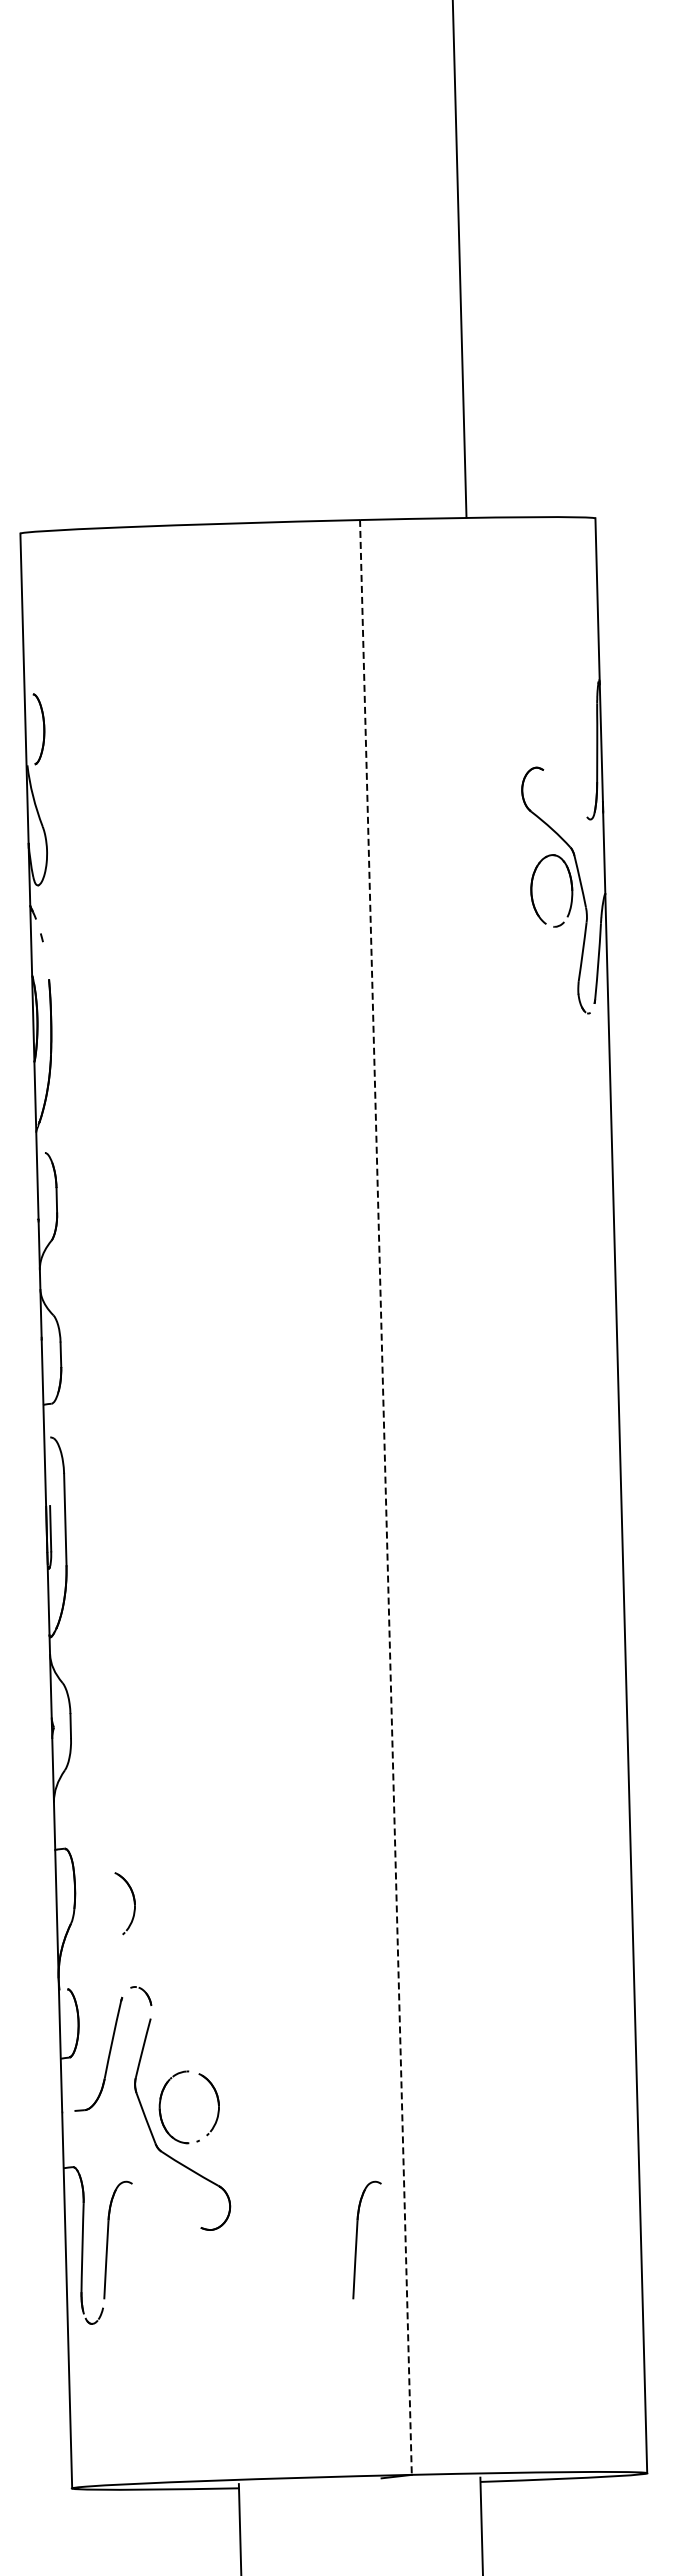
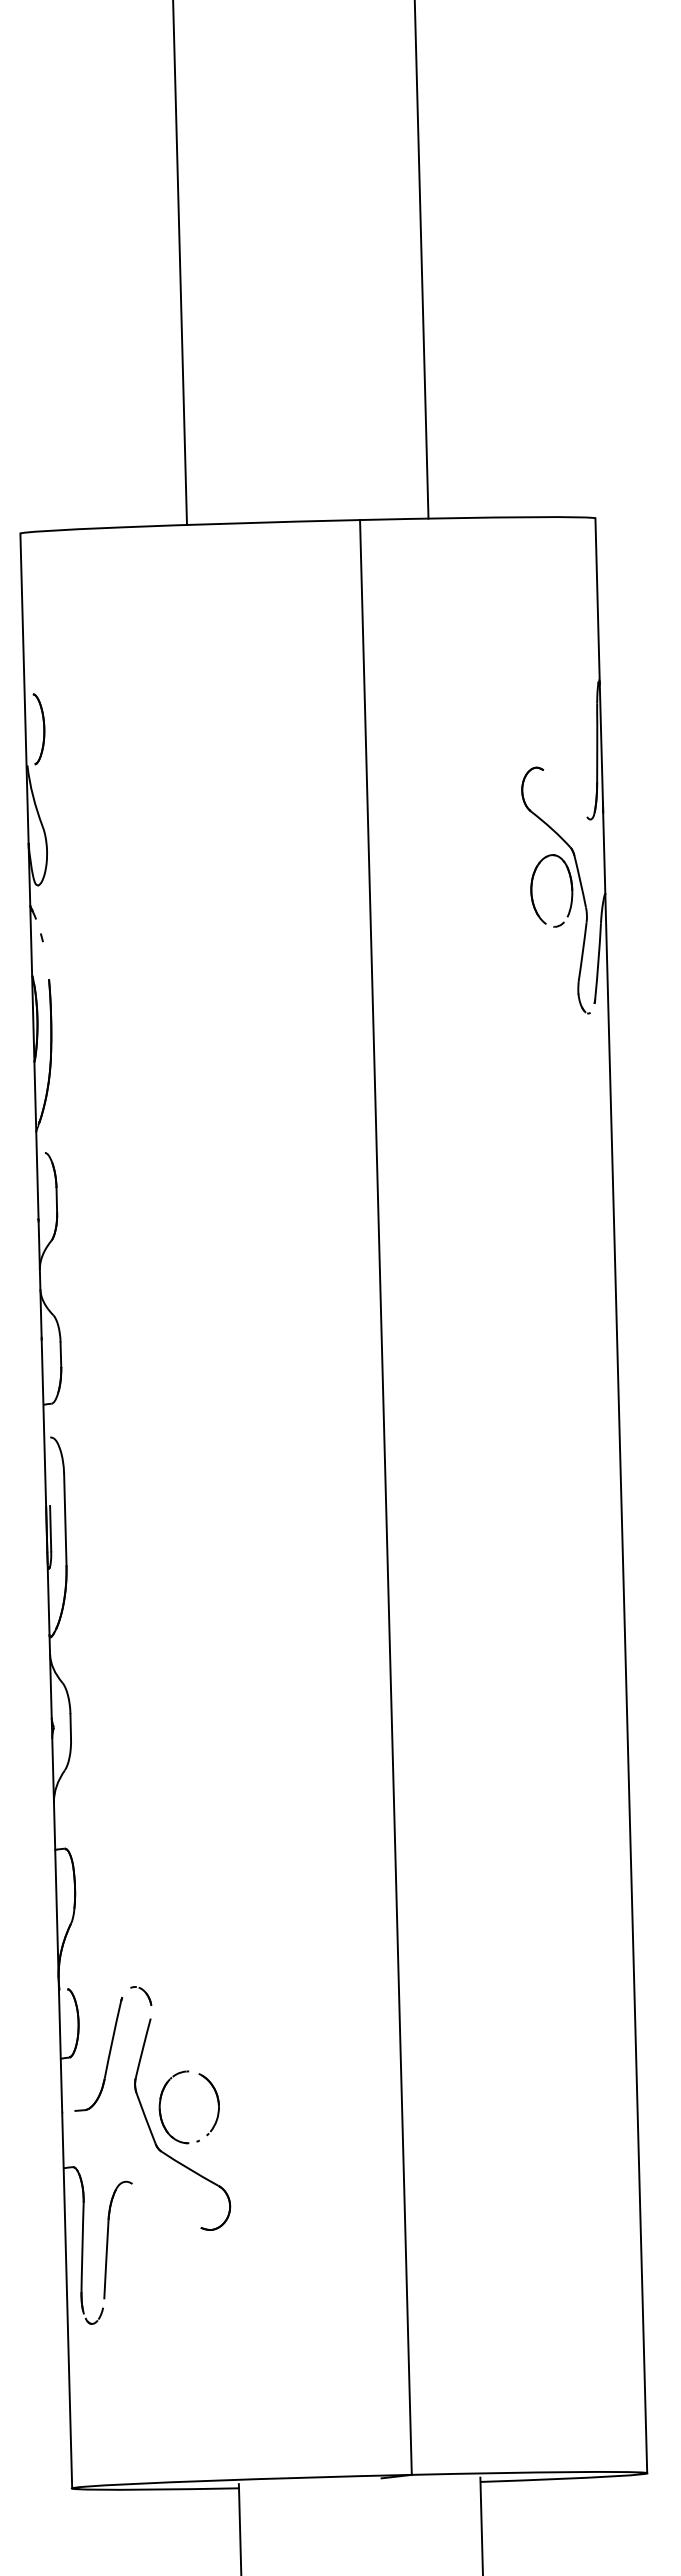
line at (459, 259) position: (459, 259) -> (421, 260)
line at (180, 263): none -> present
line at (385, 1497): dashed -> solid
part at (133, 1903): present -> none
part at (357, 2239): present -> none
